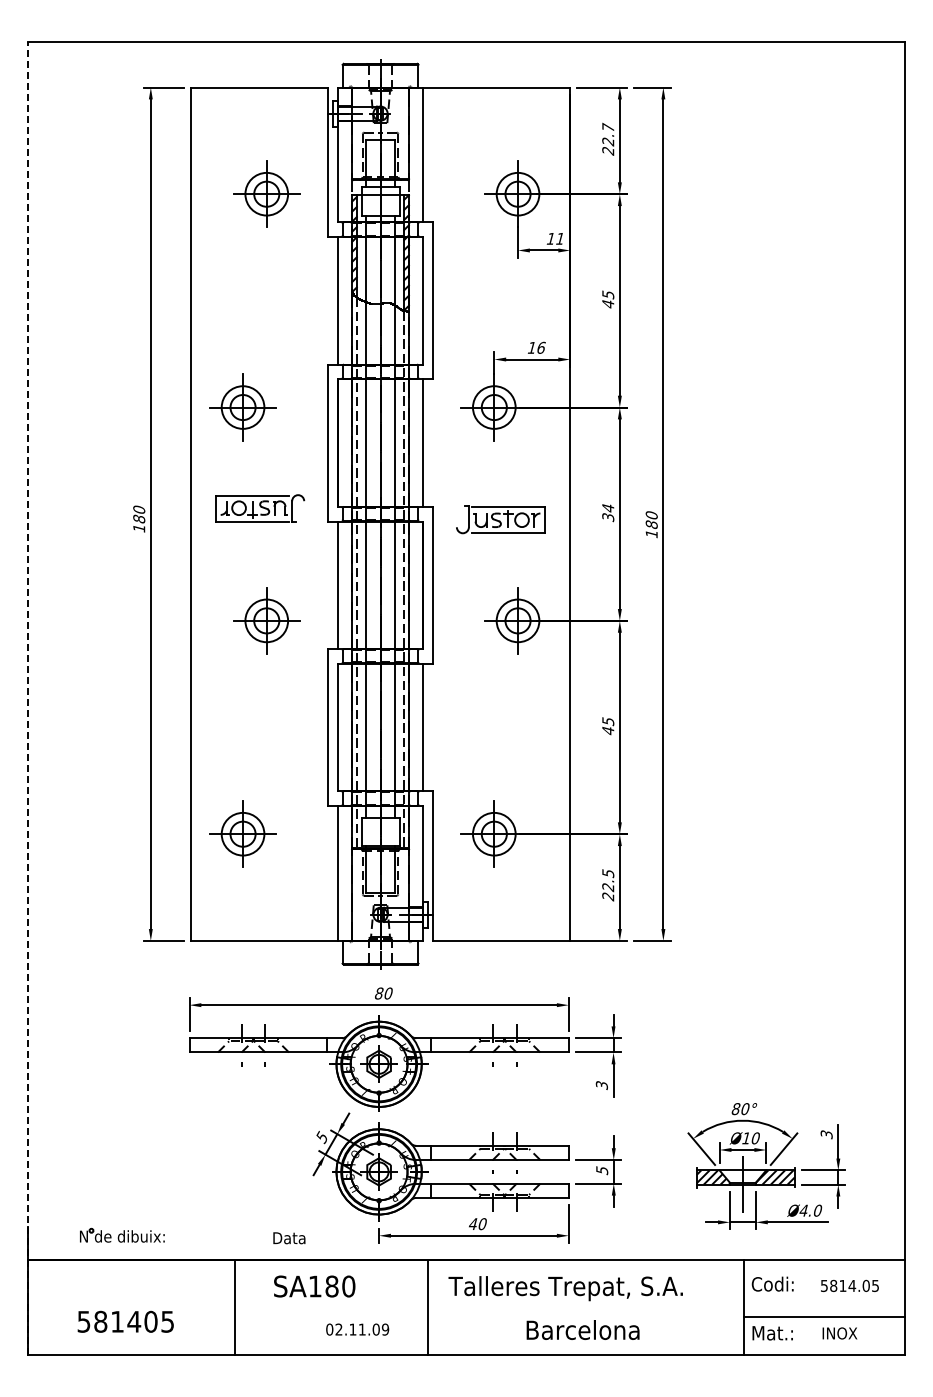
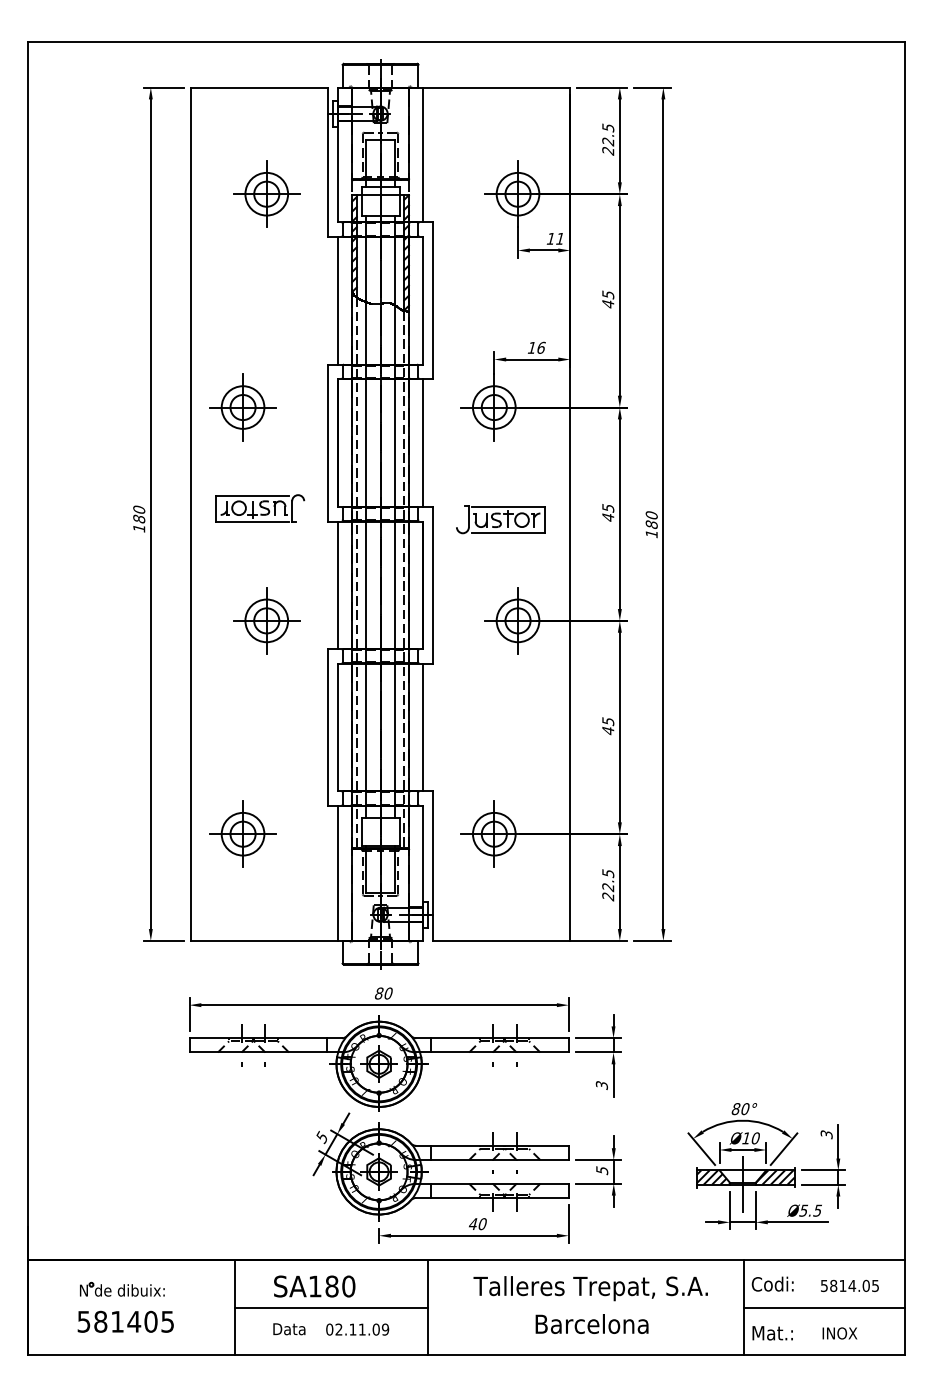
text at (608, 127): 22.7 -> 22.5
text at (608, 513): 34 -> 45
line at (27, 698): dashed -> solid
text at (810, 1210): Ø4.0 -> Ø5.5
part at (122, 1234) position: (122, 1234) -> (122, 1288)
text at (289, 1238) position: (289, 1238) -> (289, 1329)
text at (565, 1288) position: (565, 1288) -> (590, 1288)
line at (331, 1307): none -> present
line at (824, 1316) position: (824, 1316) -> (824, 1307)
text at (582, 1329) position: (582, 1329) -> (591, 1323)
